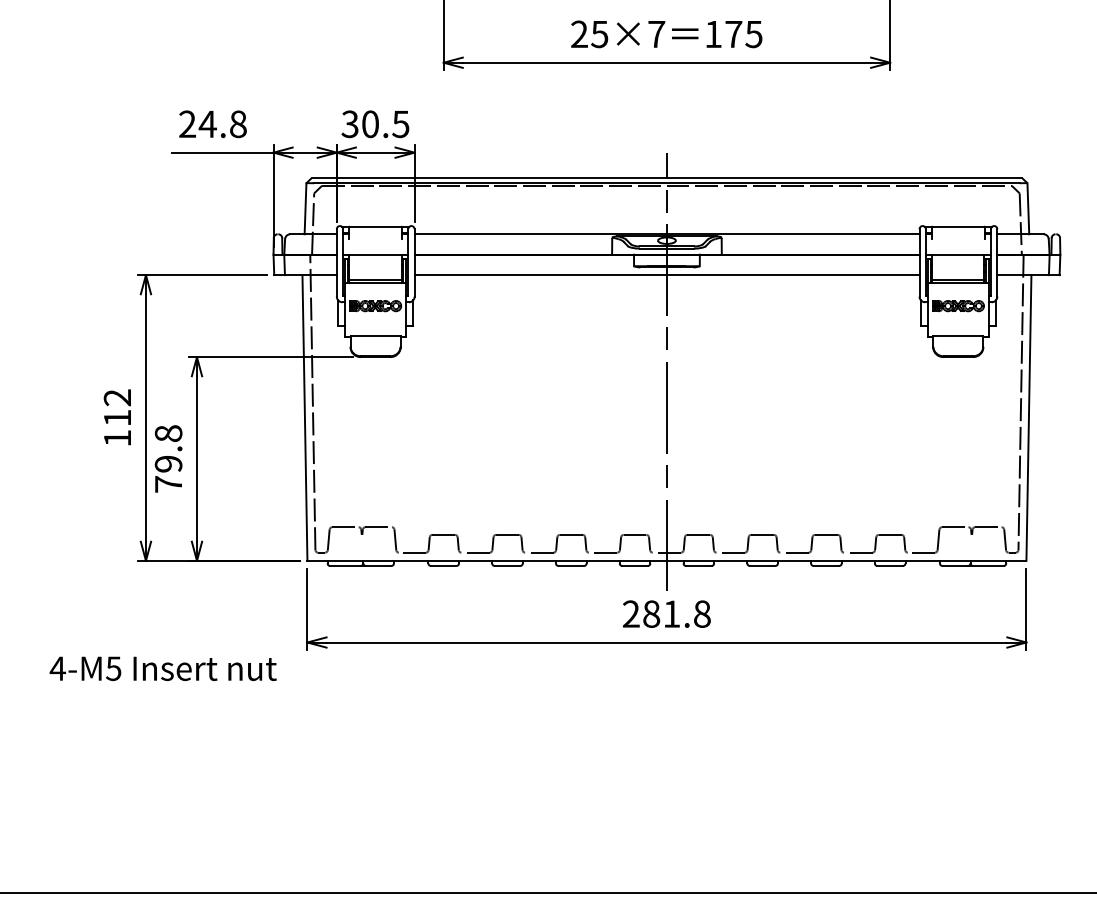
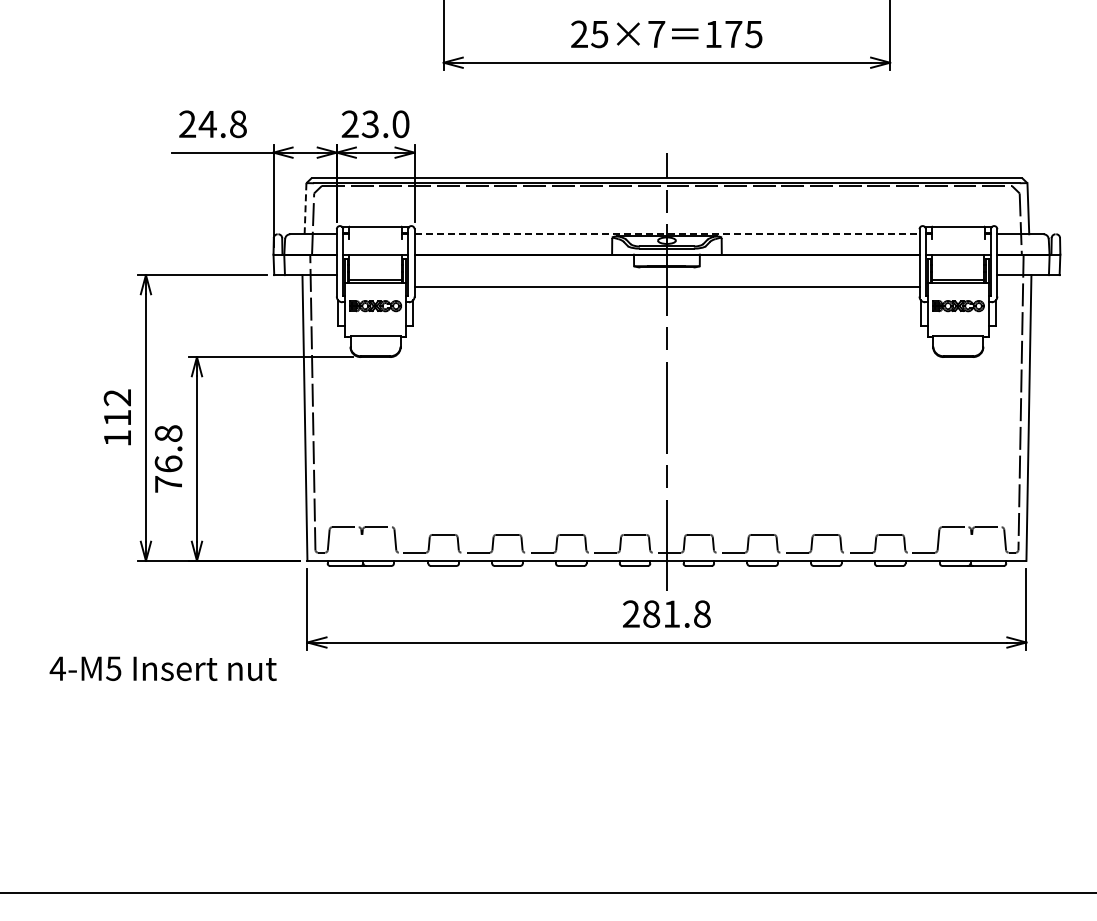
text at (375, 124): 30.5 -> 23.0
line at (305, 208): solid -> dashed
line at (667, 234): solid -> dashed
line at (666, 275) position: (666, 275) -> (666, 287)
text at (168, 463): 79.8 -> 76.8
